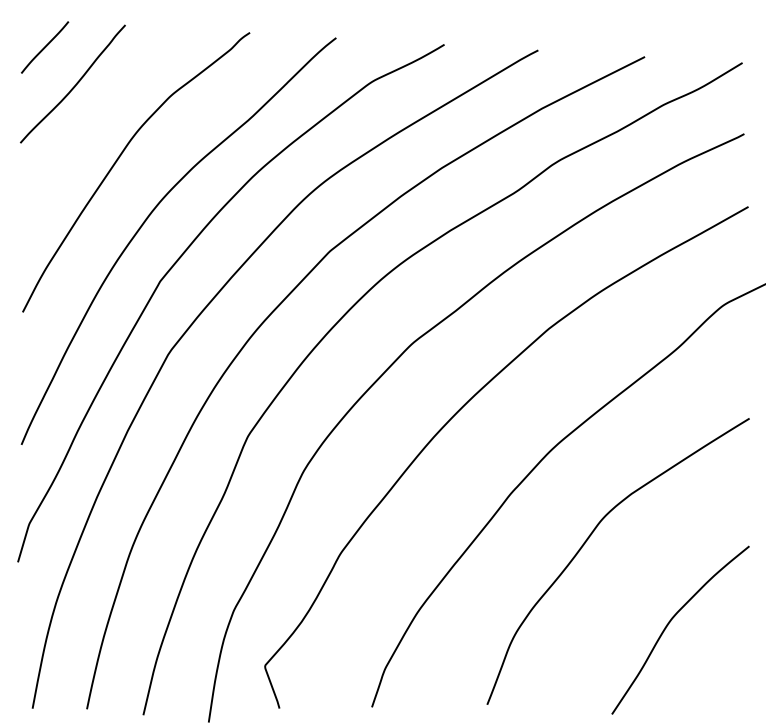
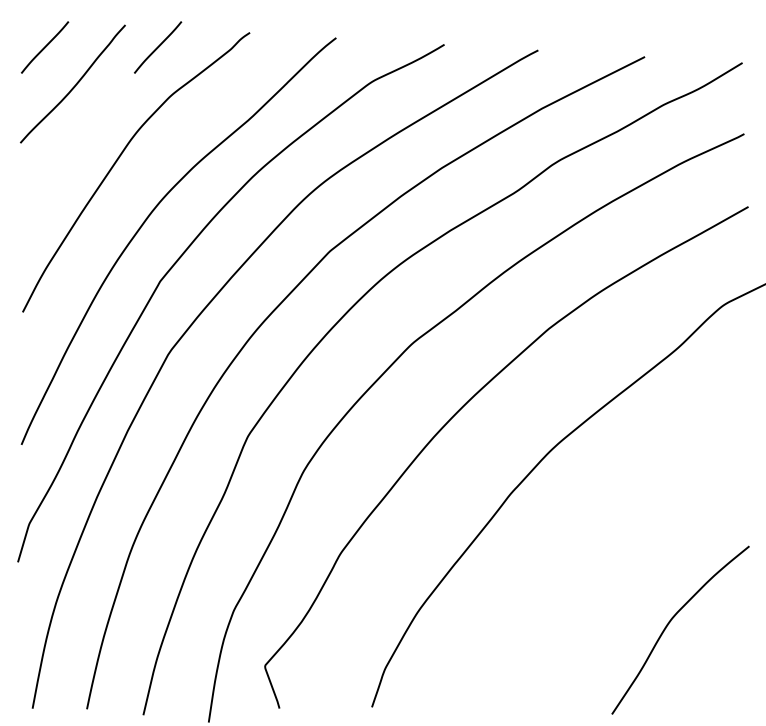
line at (158, 47): none -> present
curve at (589, 538): present -> none
